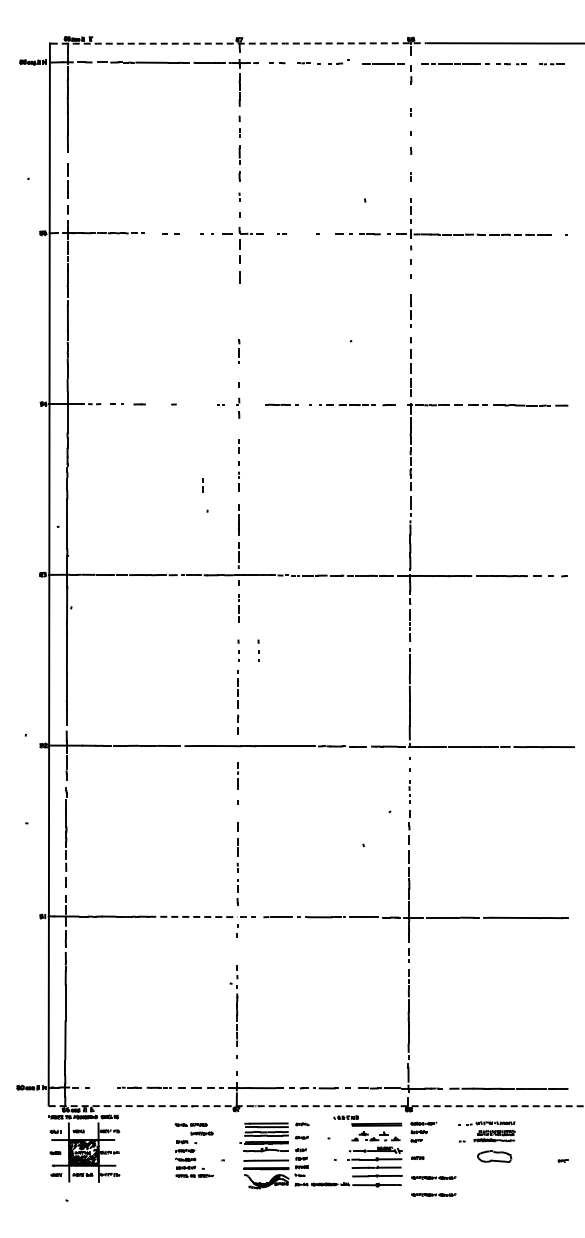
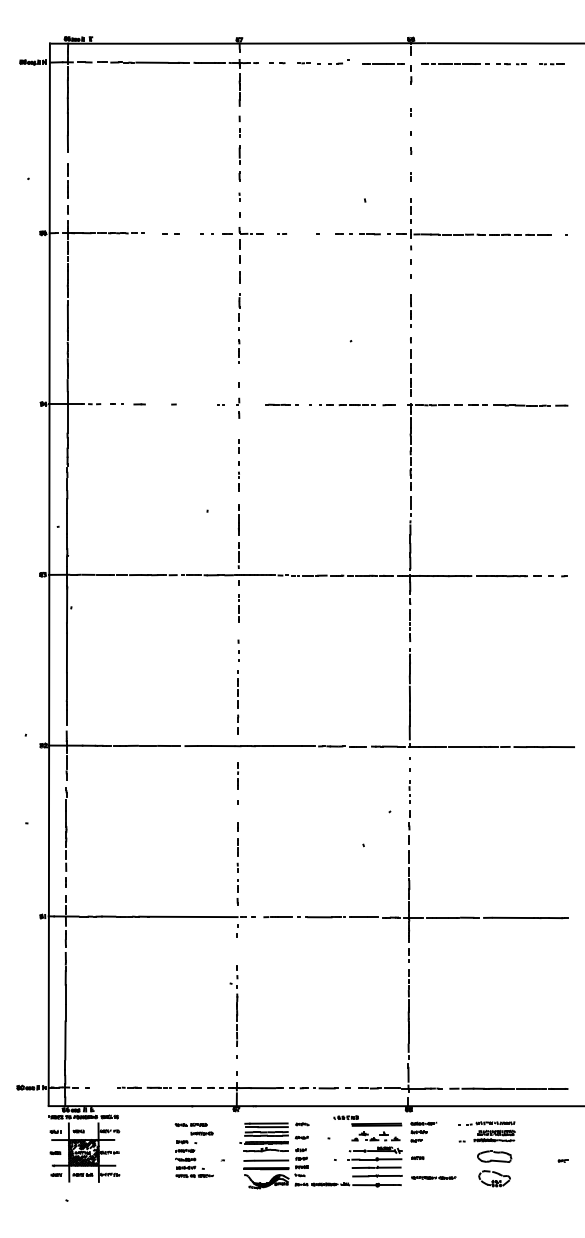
arc at (238, 43): dashed -> solid
part at (239, 311): none -> present
line at (202, 486): present -> none
part at (258, 650): present -> none
line at (193, 916): dashed -> solid
line at (316, 1106): dashed -> solid
part at (494, 1178): none -> present
line at (433, 1194): present -> none
